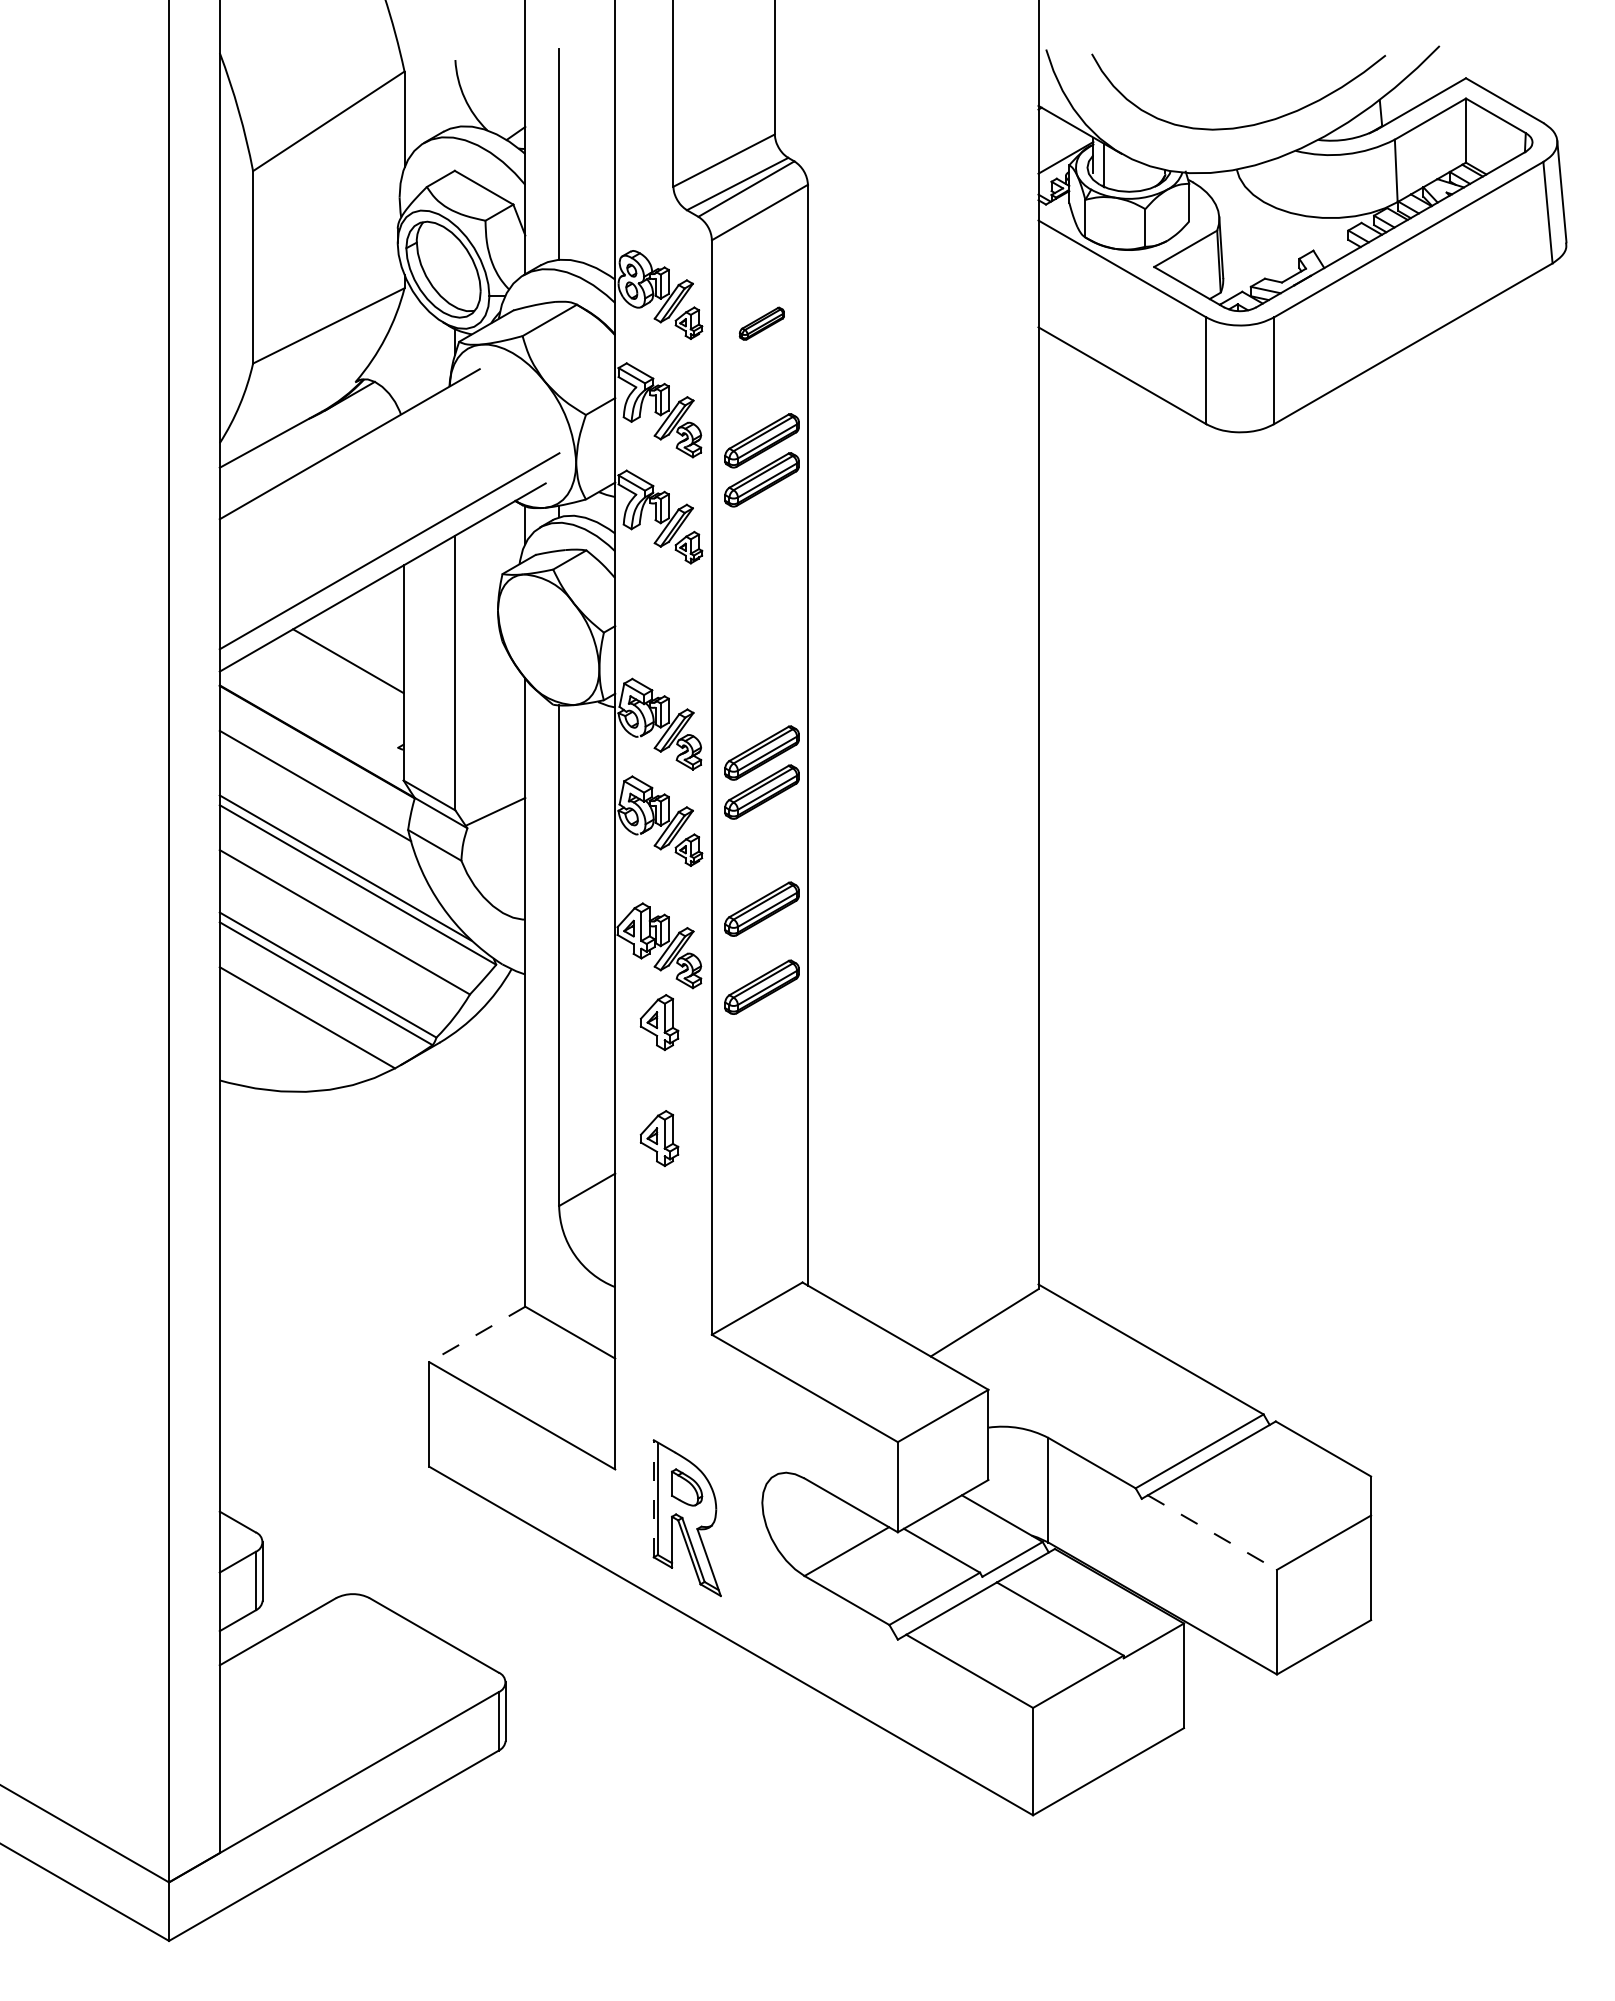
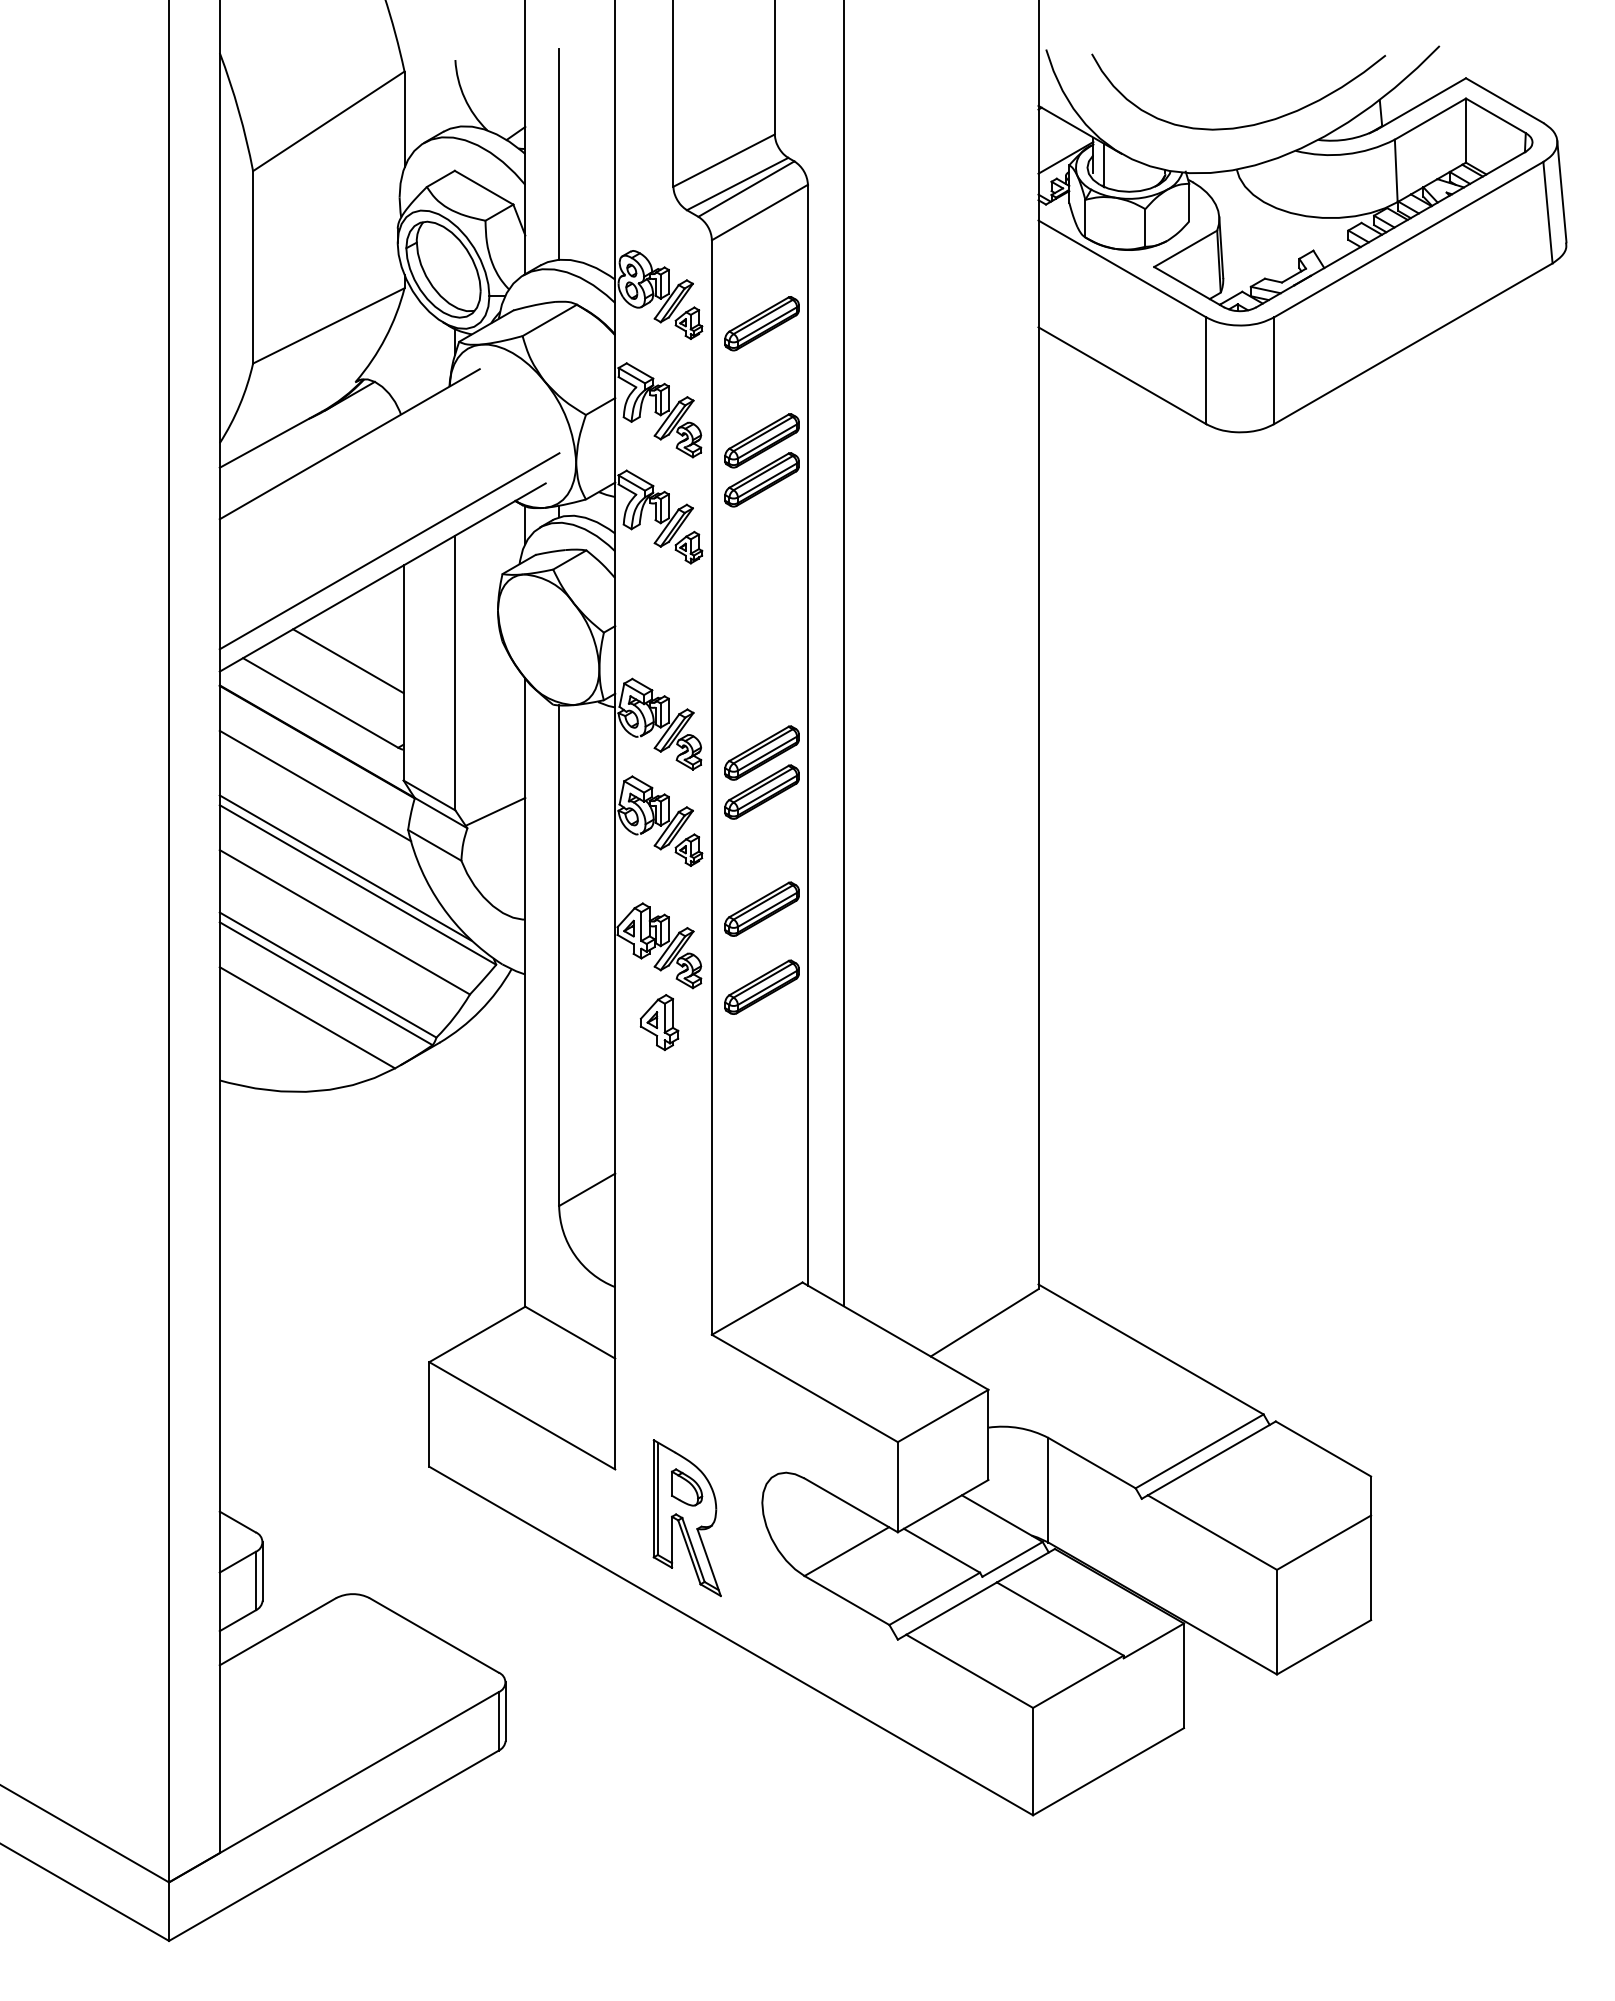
part at (761, 323) size: 47x35 px -> 76x56 px
line at (843, 654): none -> present
line at (320, 702): none -> present
part at (659, 1138): present -> none
line at (476, 1334): dashed -> solid
line at (653, 1498): dashed -> solid
line at (1212, 1532): dashed -> solid
